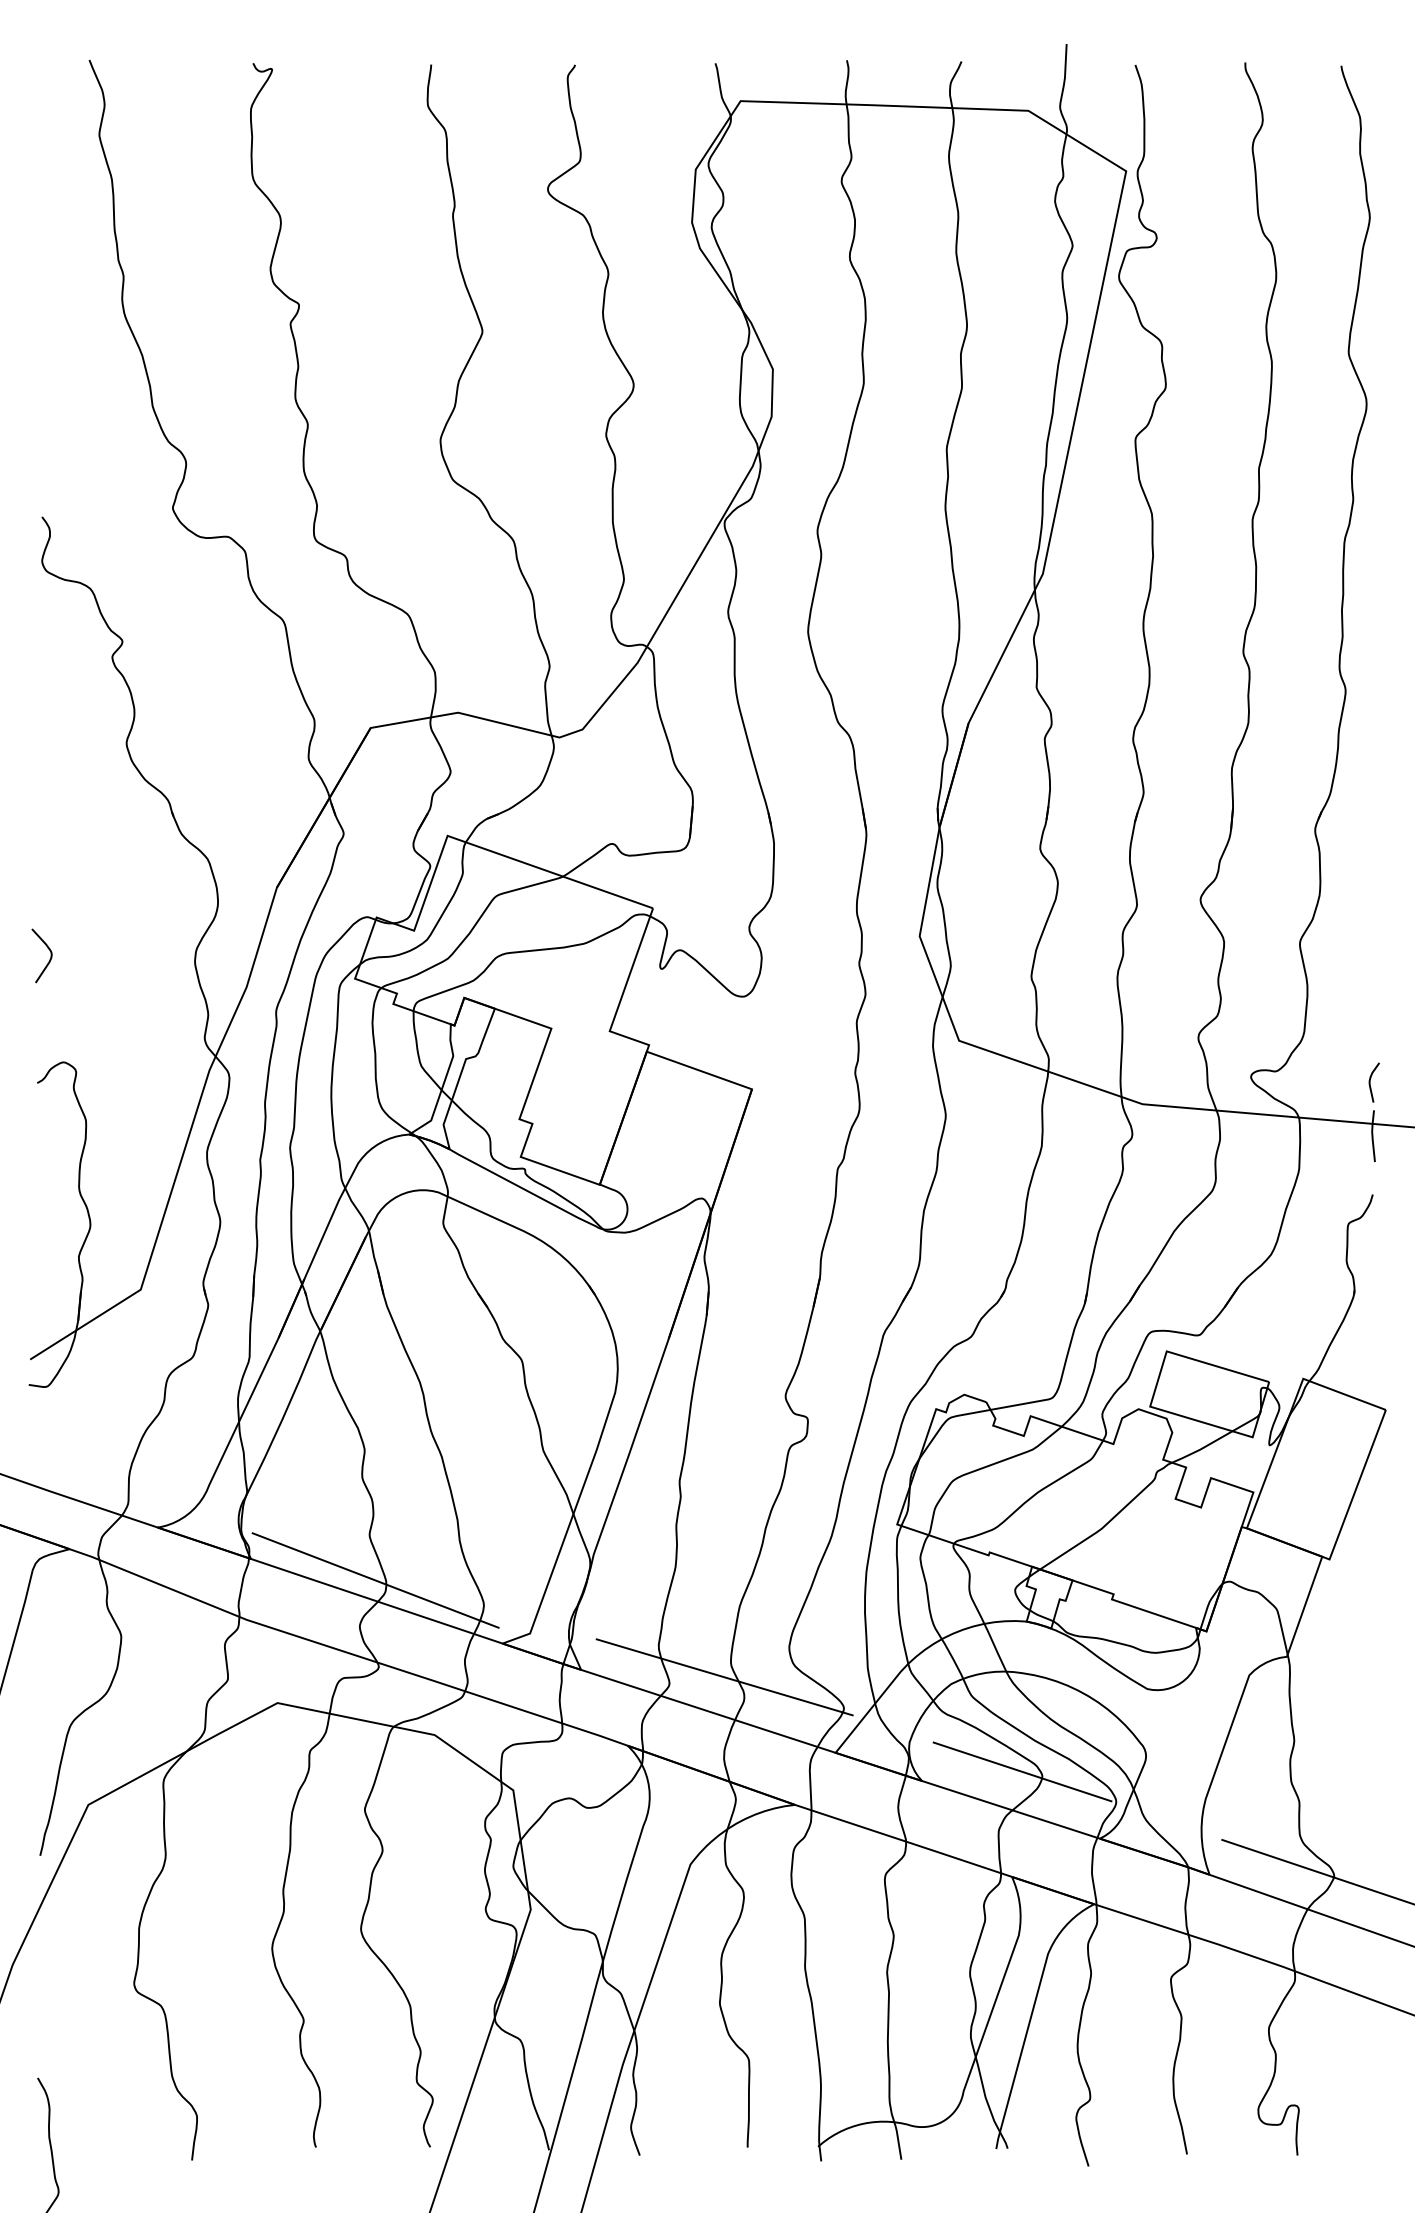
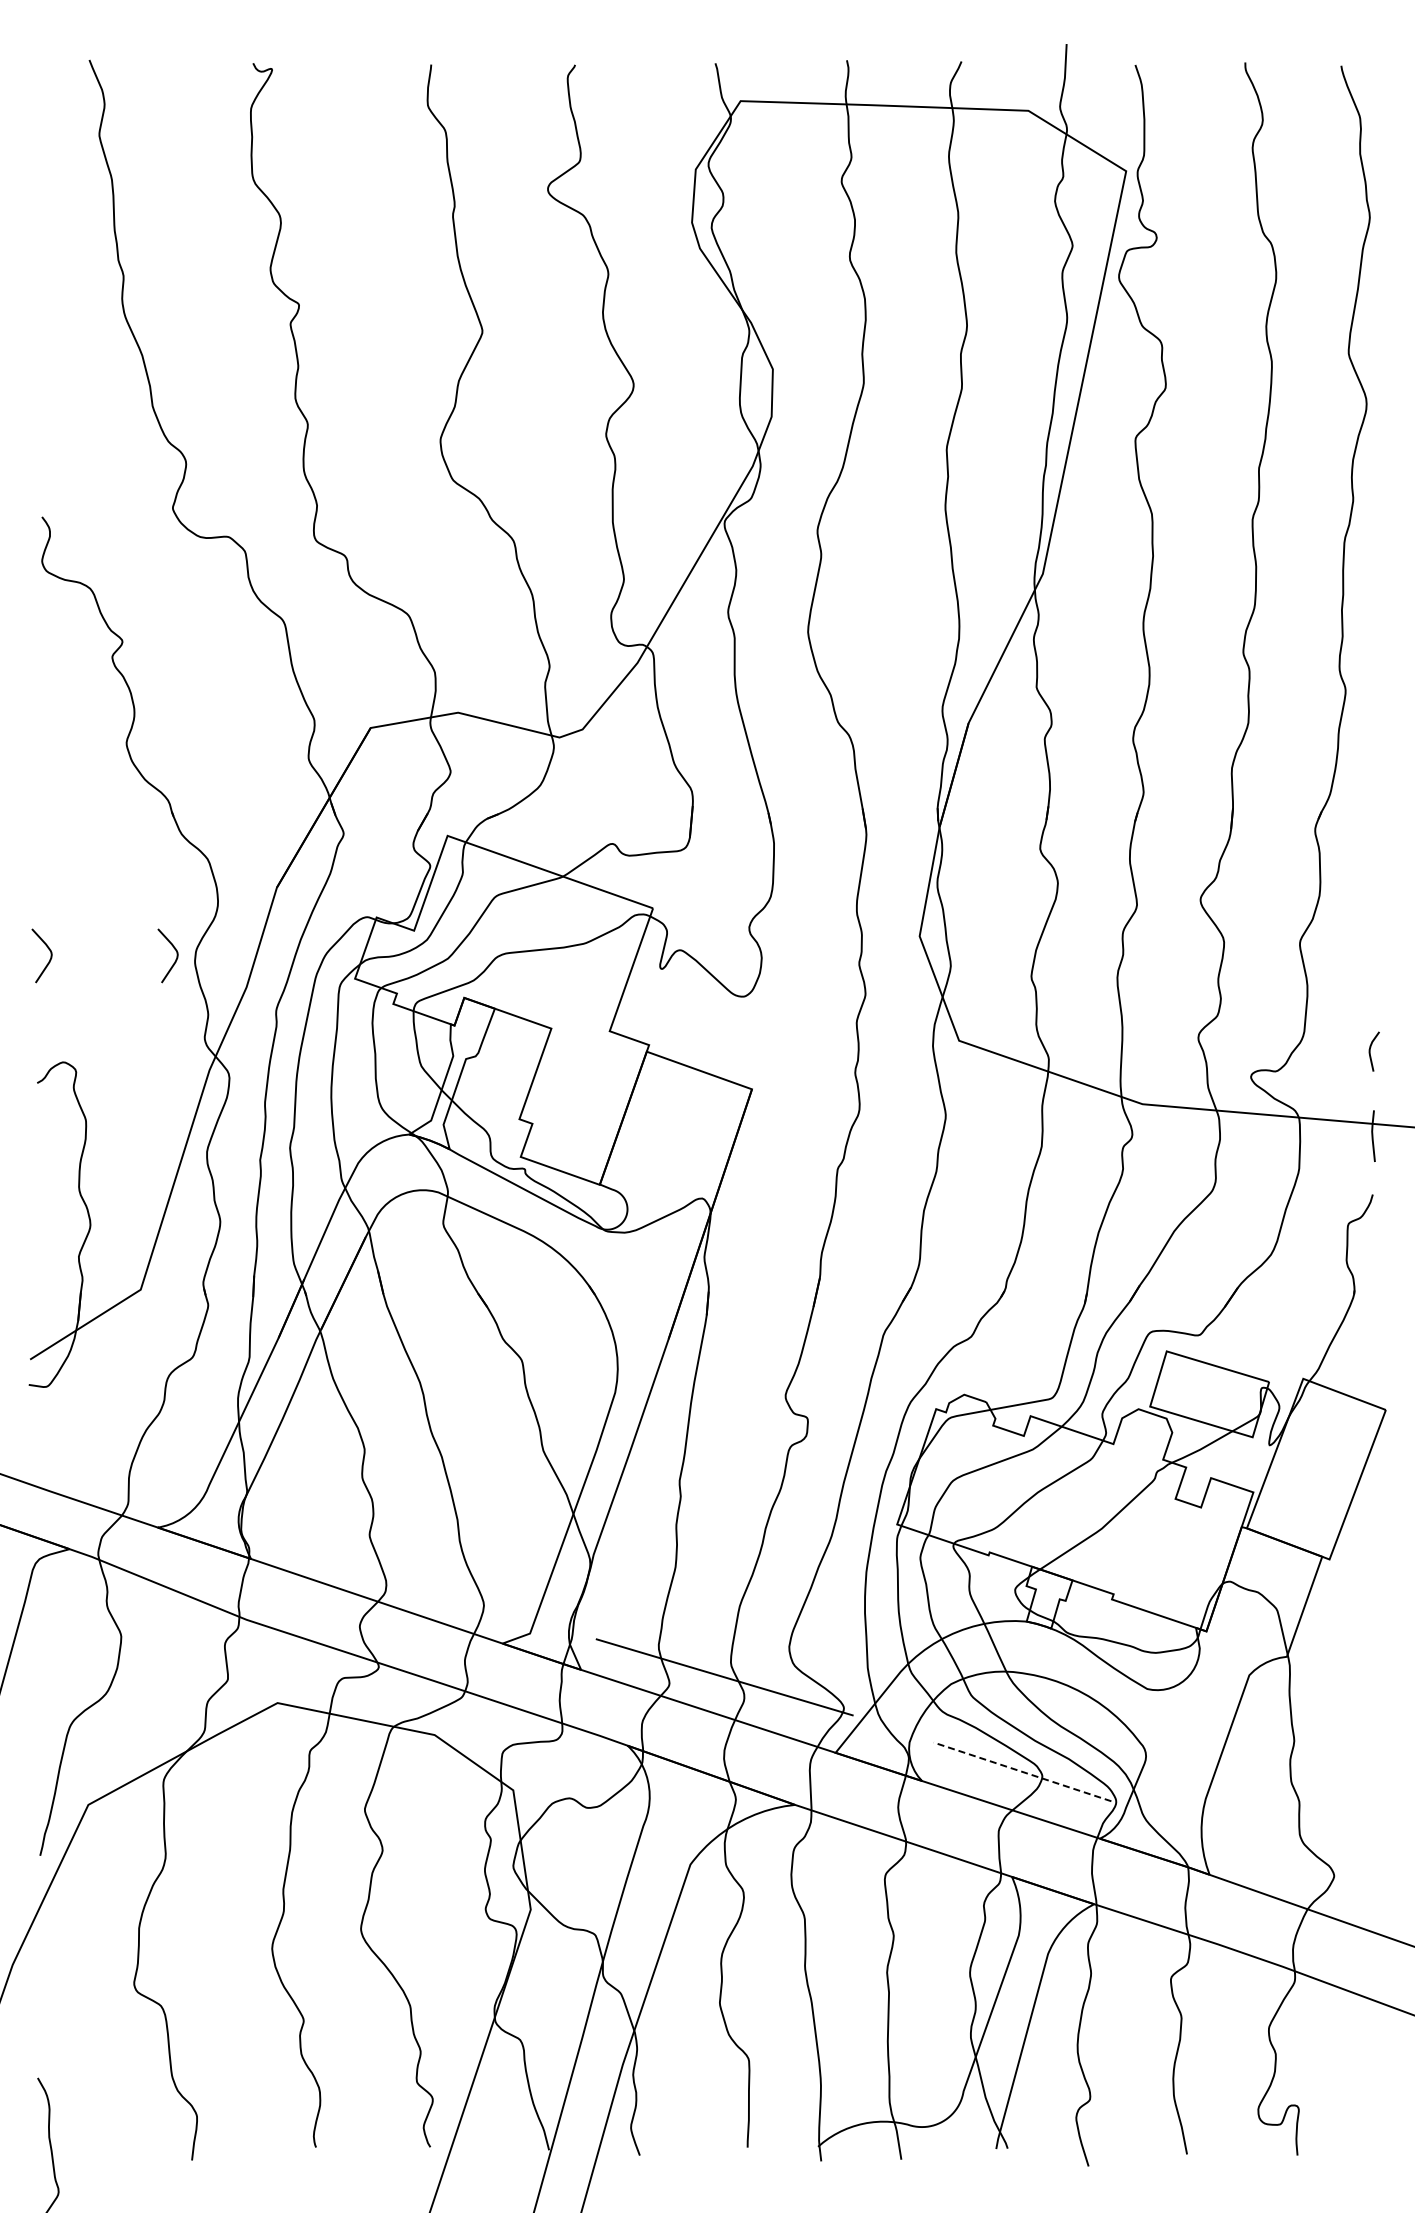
curve at (175, 959): none -> present
curve at (1370, 1082) position: (1370, 1082) -> (1370, 1051)
line at (375, 1580): present -> none
line at (1022, 1771): solid -> dashed
line at (1316, 1871): present -> none
